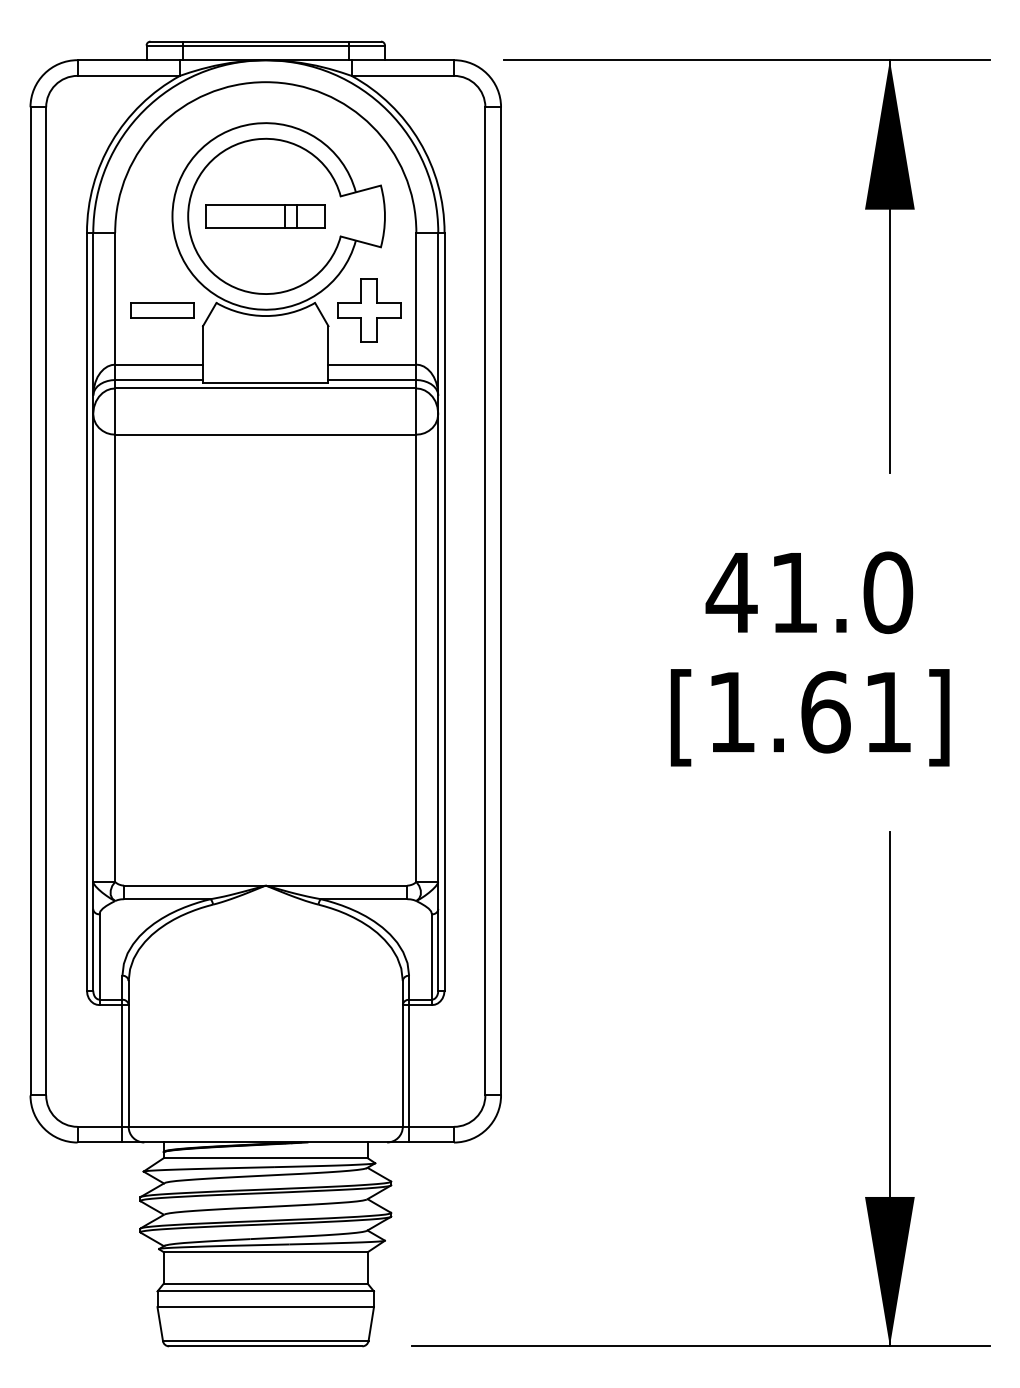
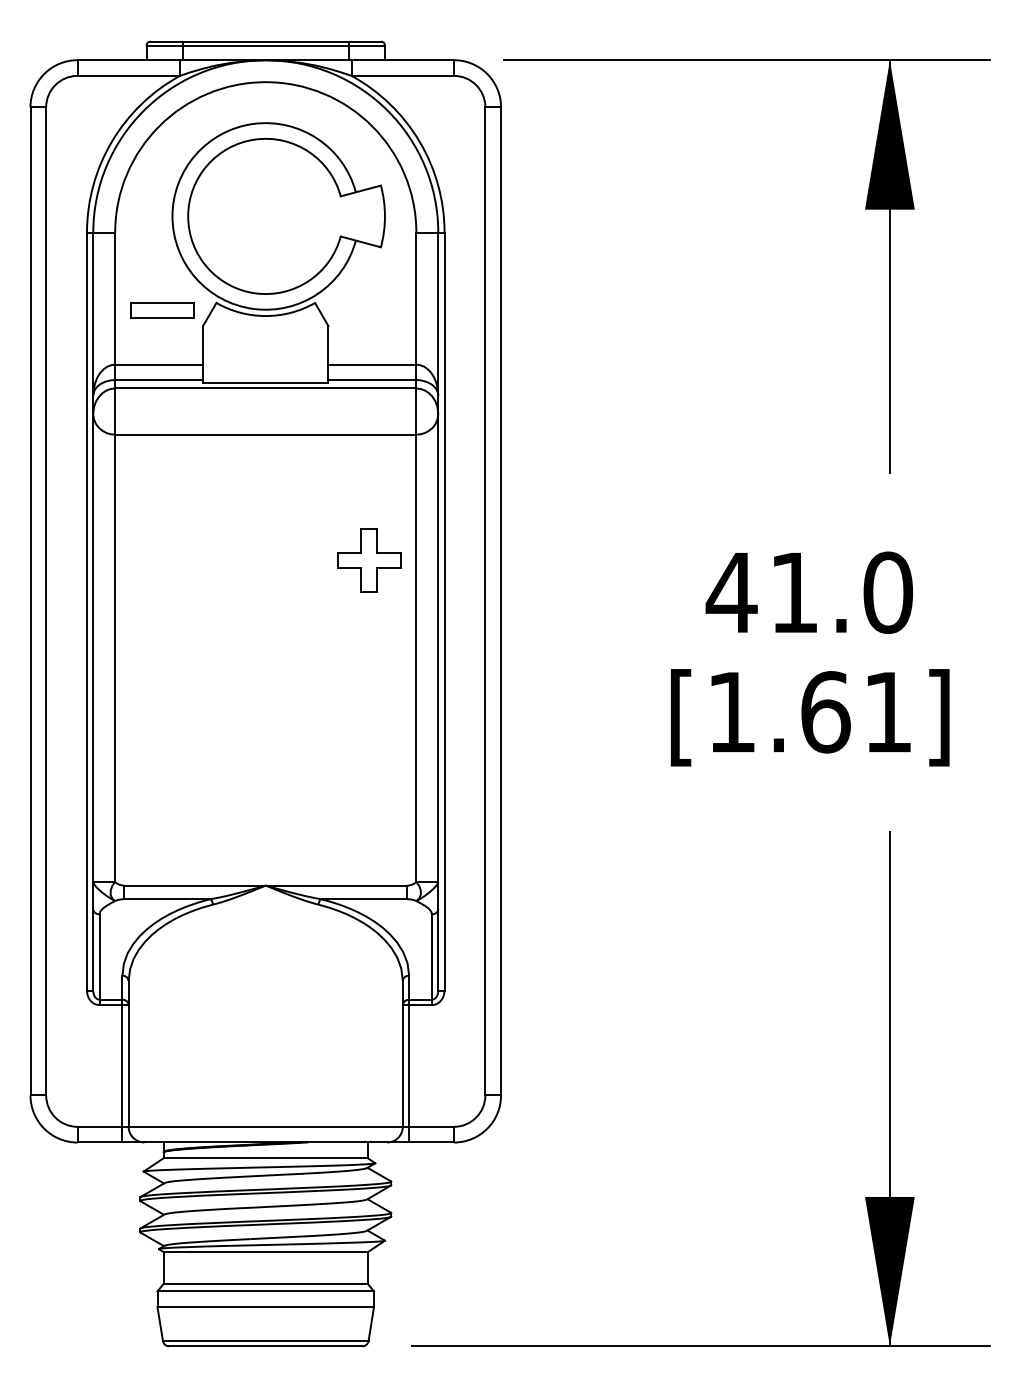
part at (265, 216): present -> none
part at (369, 310) position: (369, 310) -> (369, 560)
